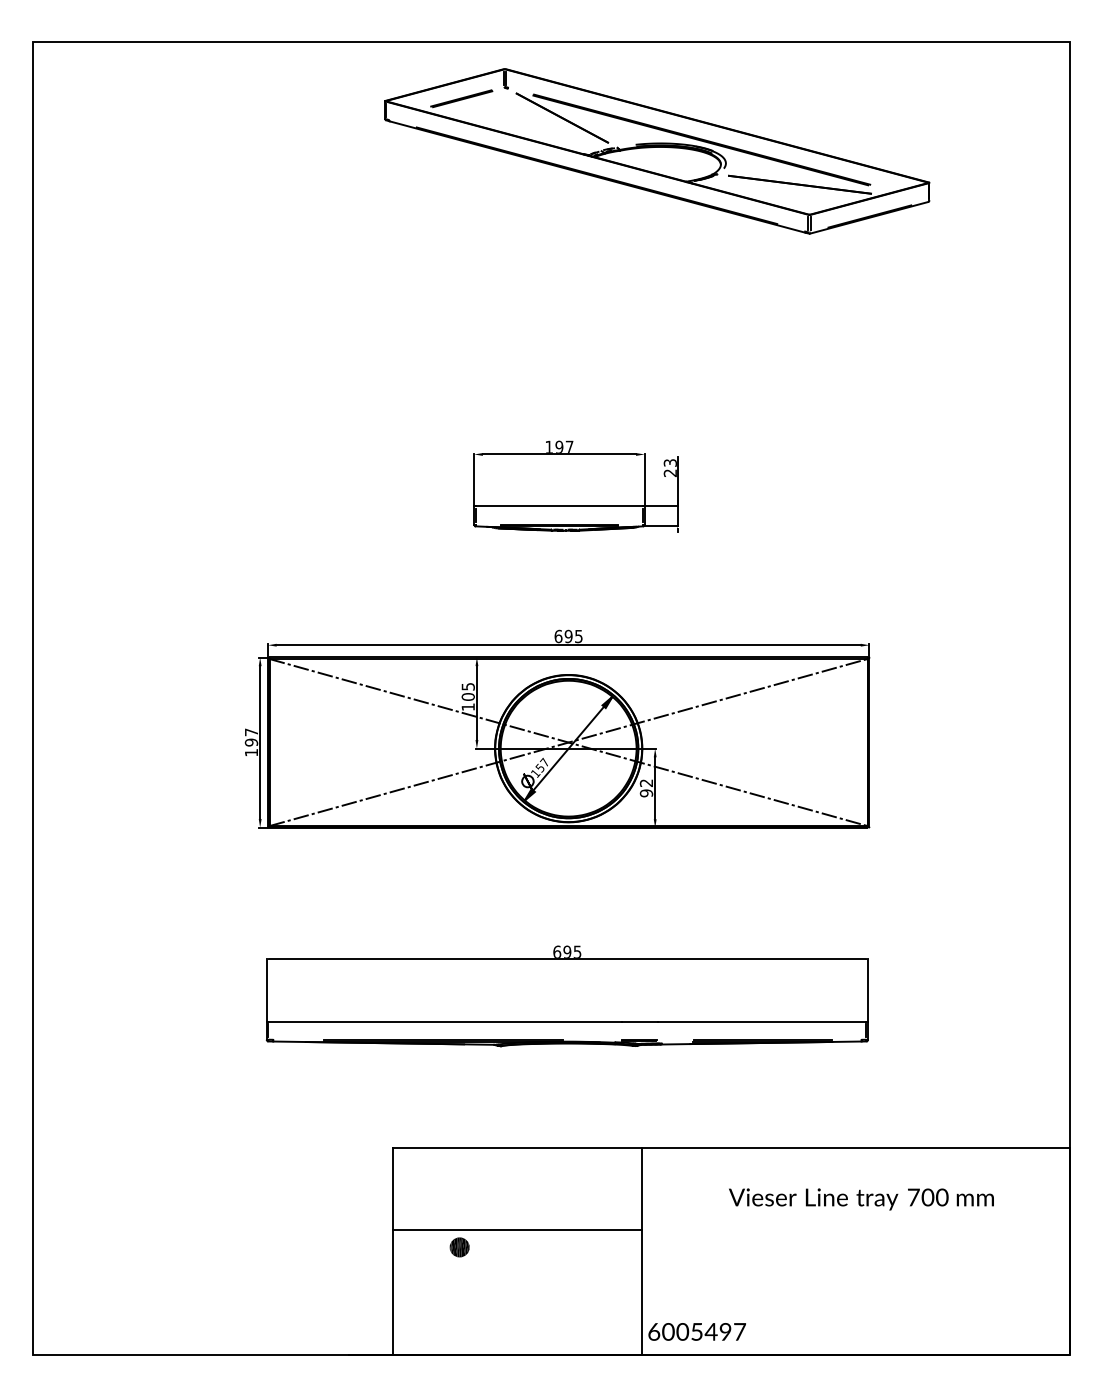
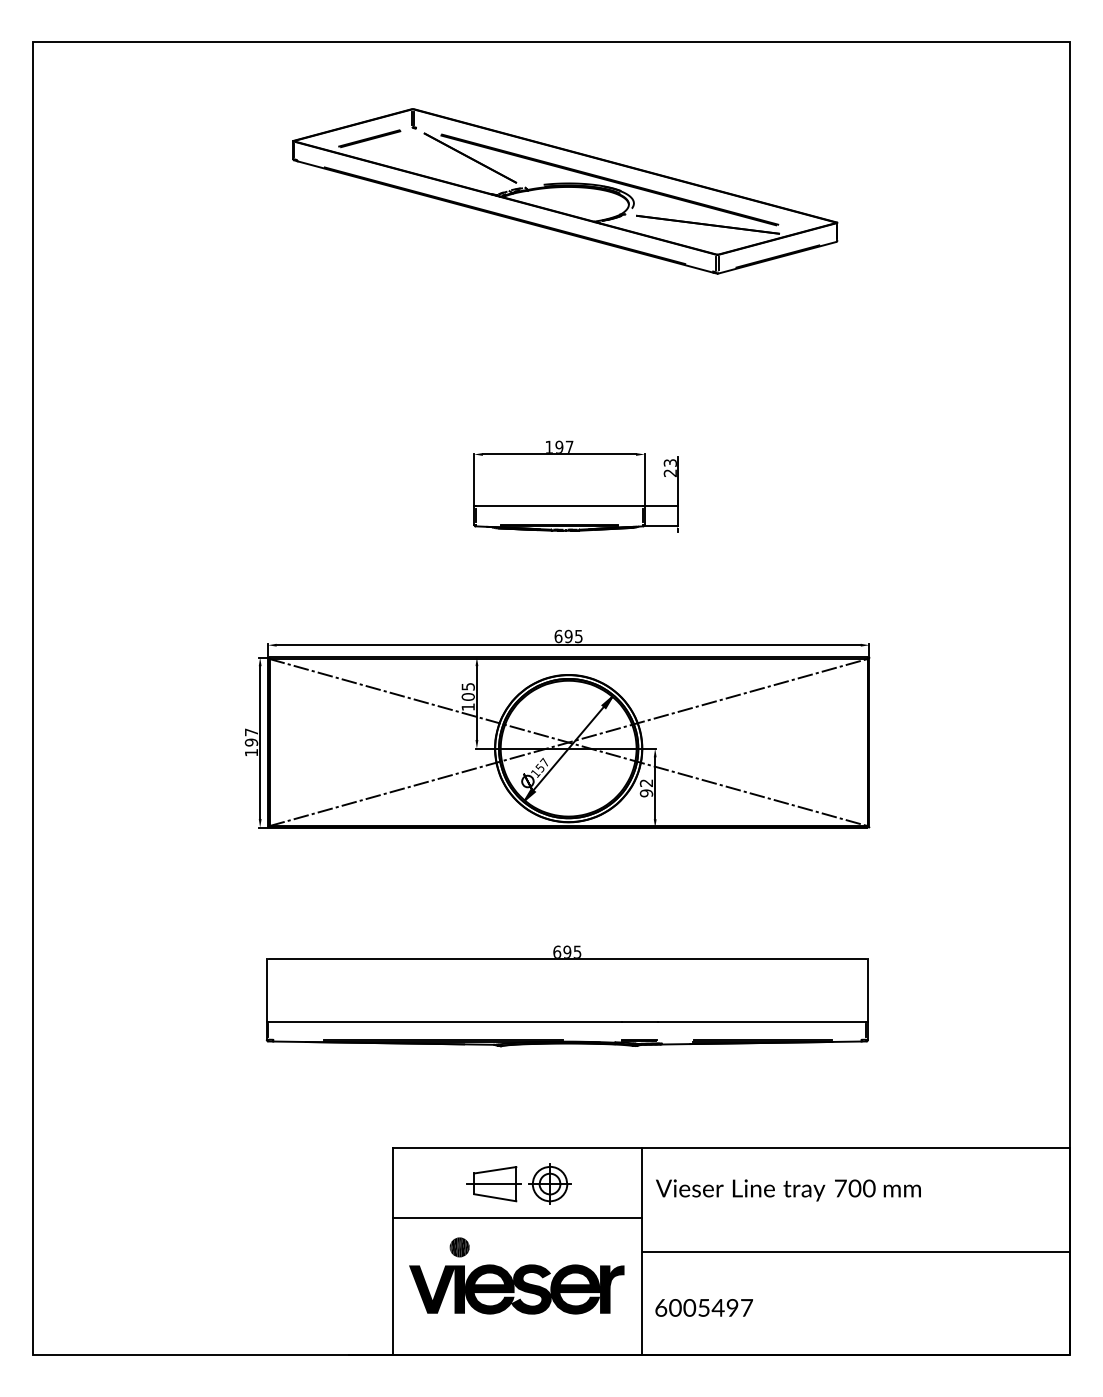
part at (657, 151) position: (657, 151) -> (565, 191)
part at (518, 1183): none -> present
text at (861, 1199) position: (861, 1199) -> (788, 1190)
line at (517, 1229) position: (517, 1229) -> (517, 1217)
line at (855, 1251): none -> present
fill at (516, 1289): none -> present
text at (696, 1331) position: (696, 1331) -> (703, 1307)
